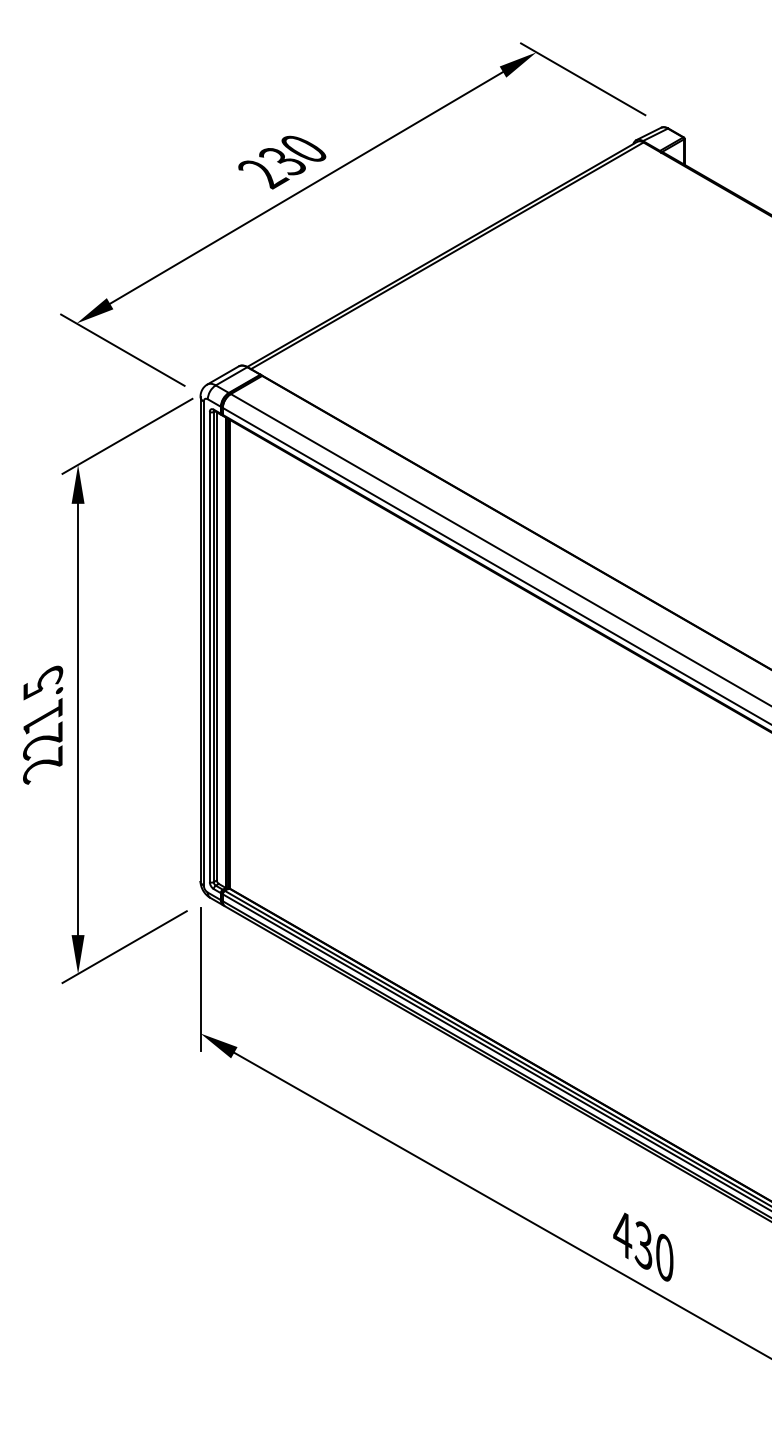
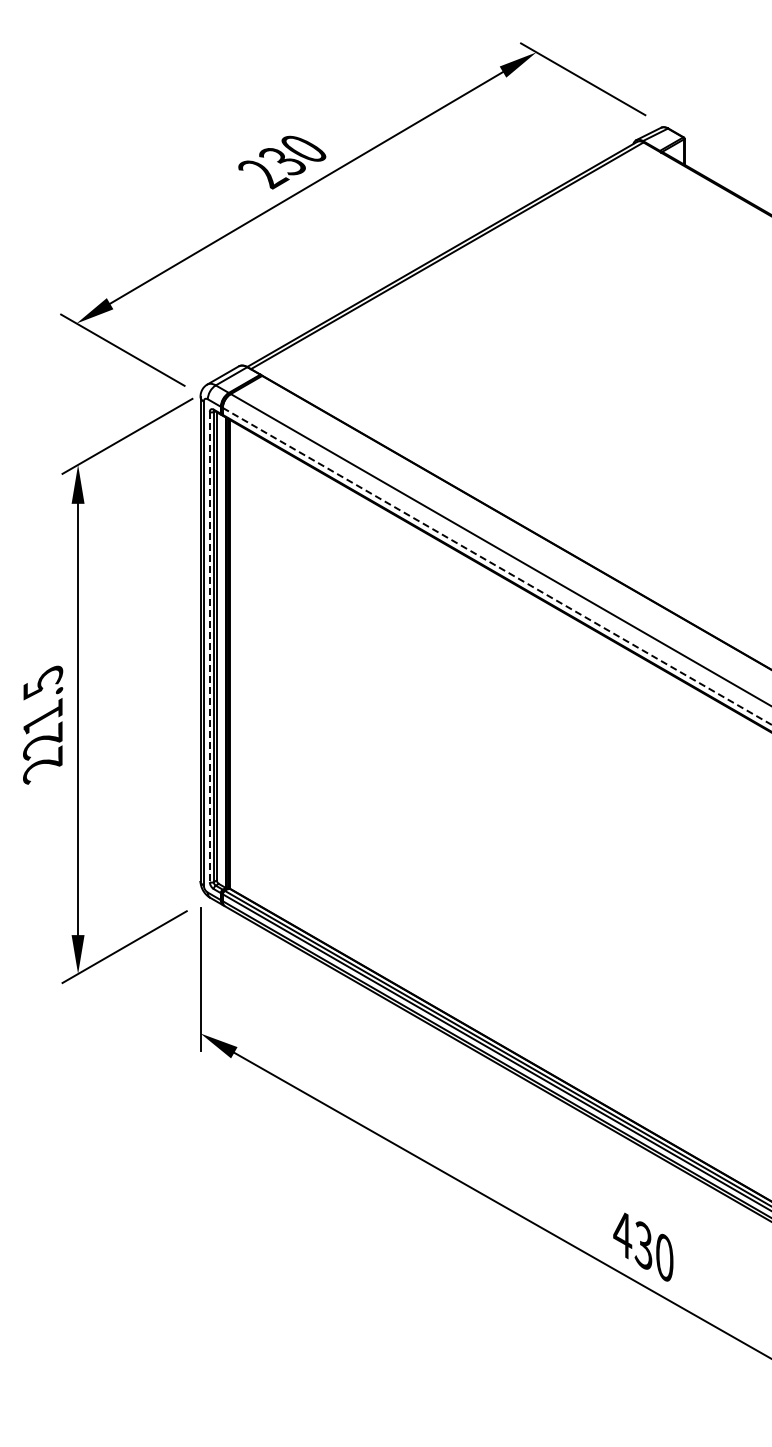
line at (497, 566): solid -> dashed
line at (209, 647): solid -> dashed
